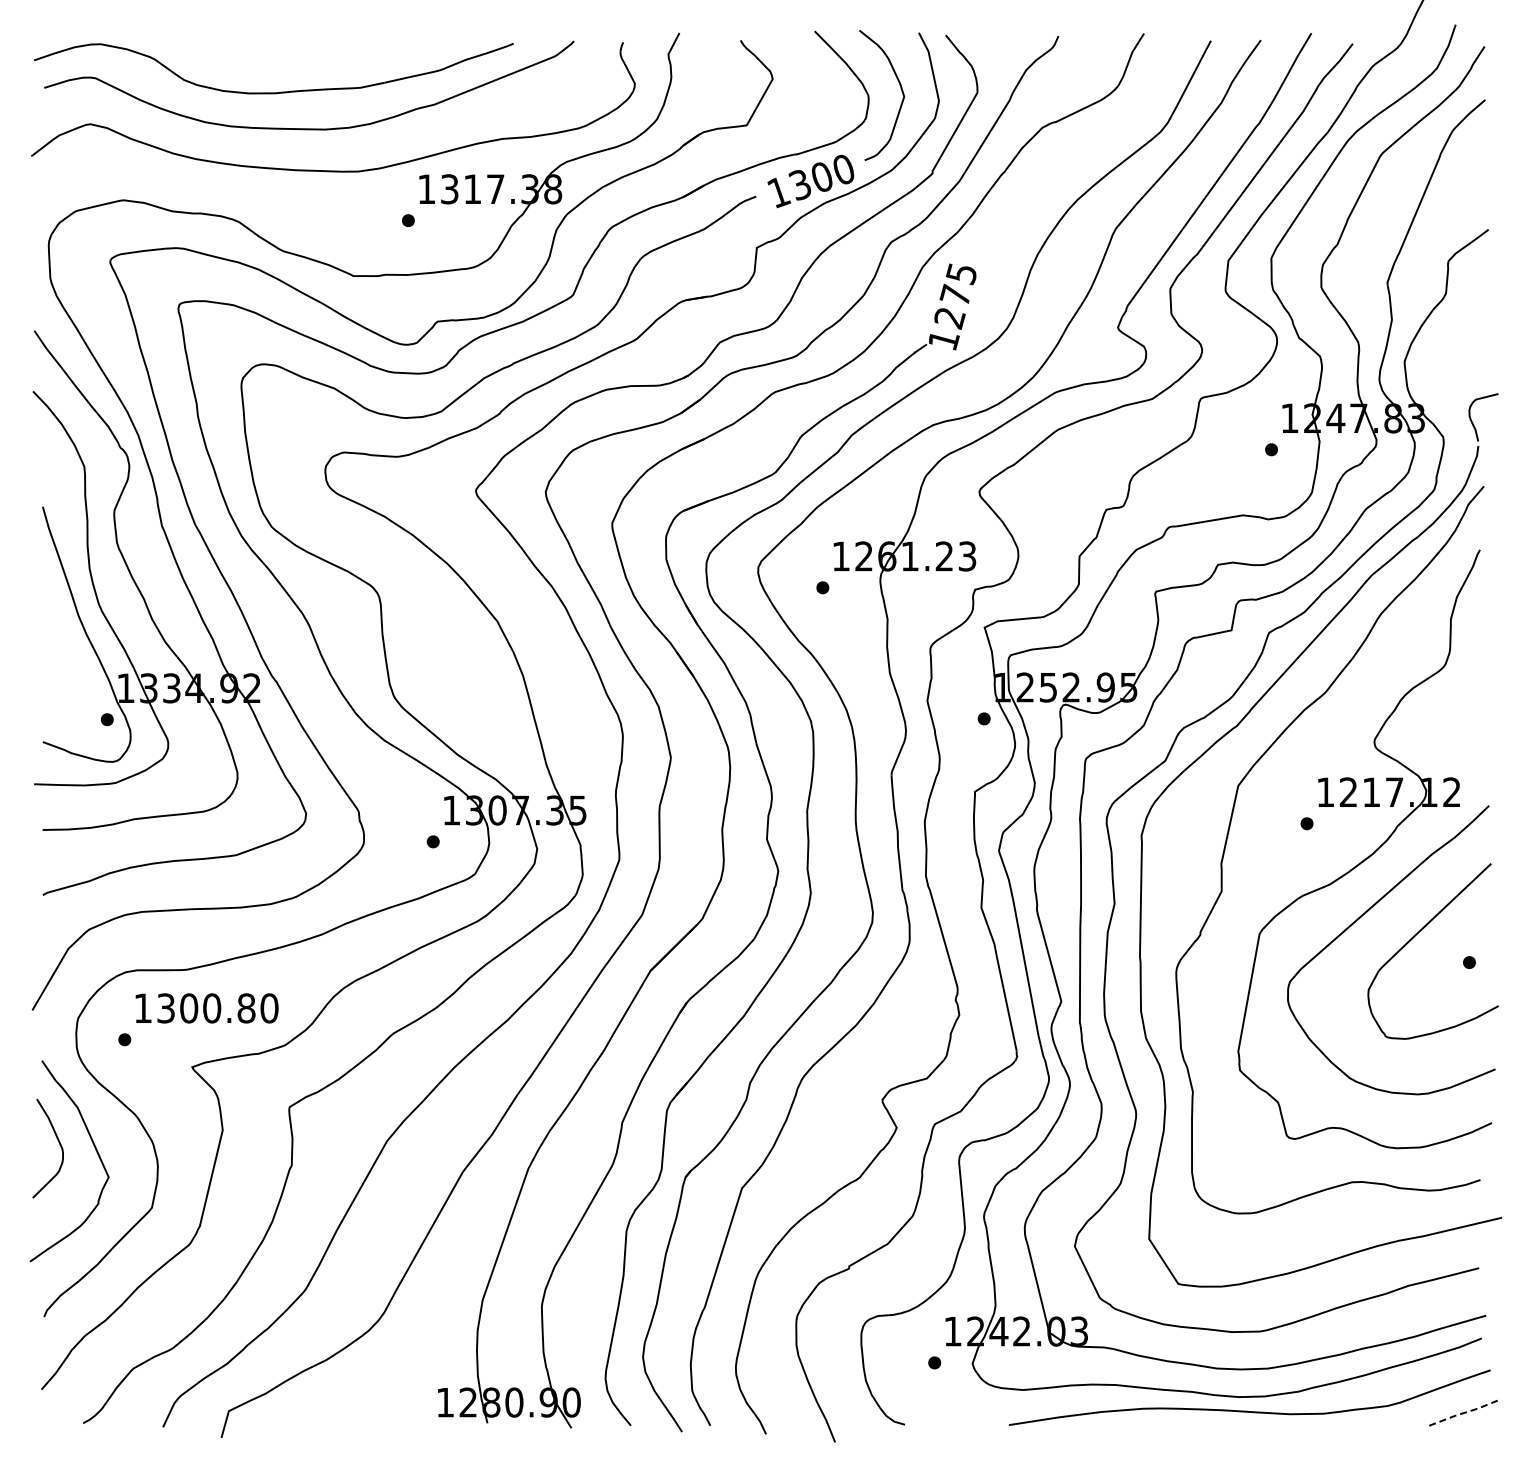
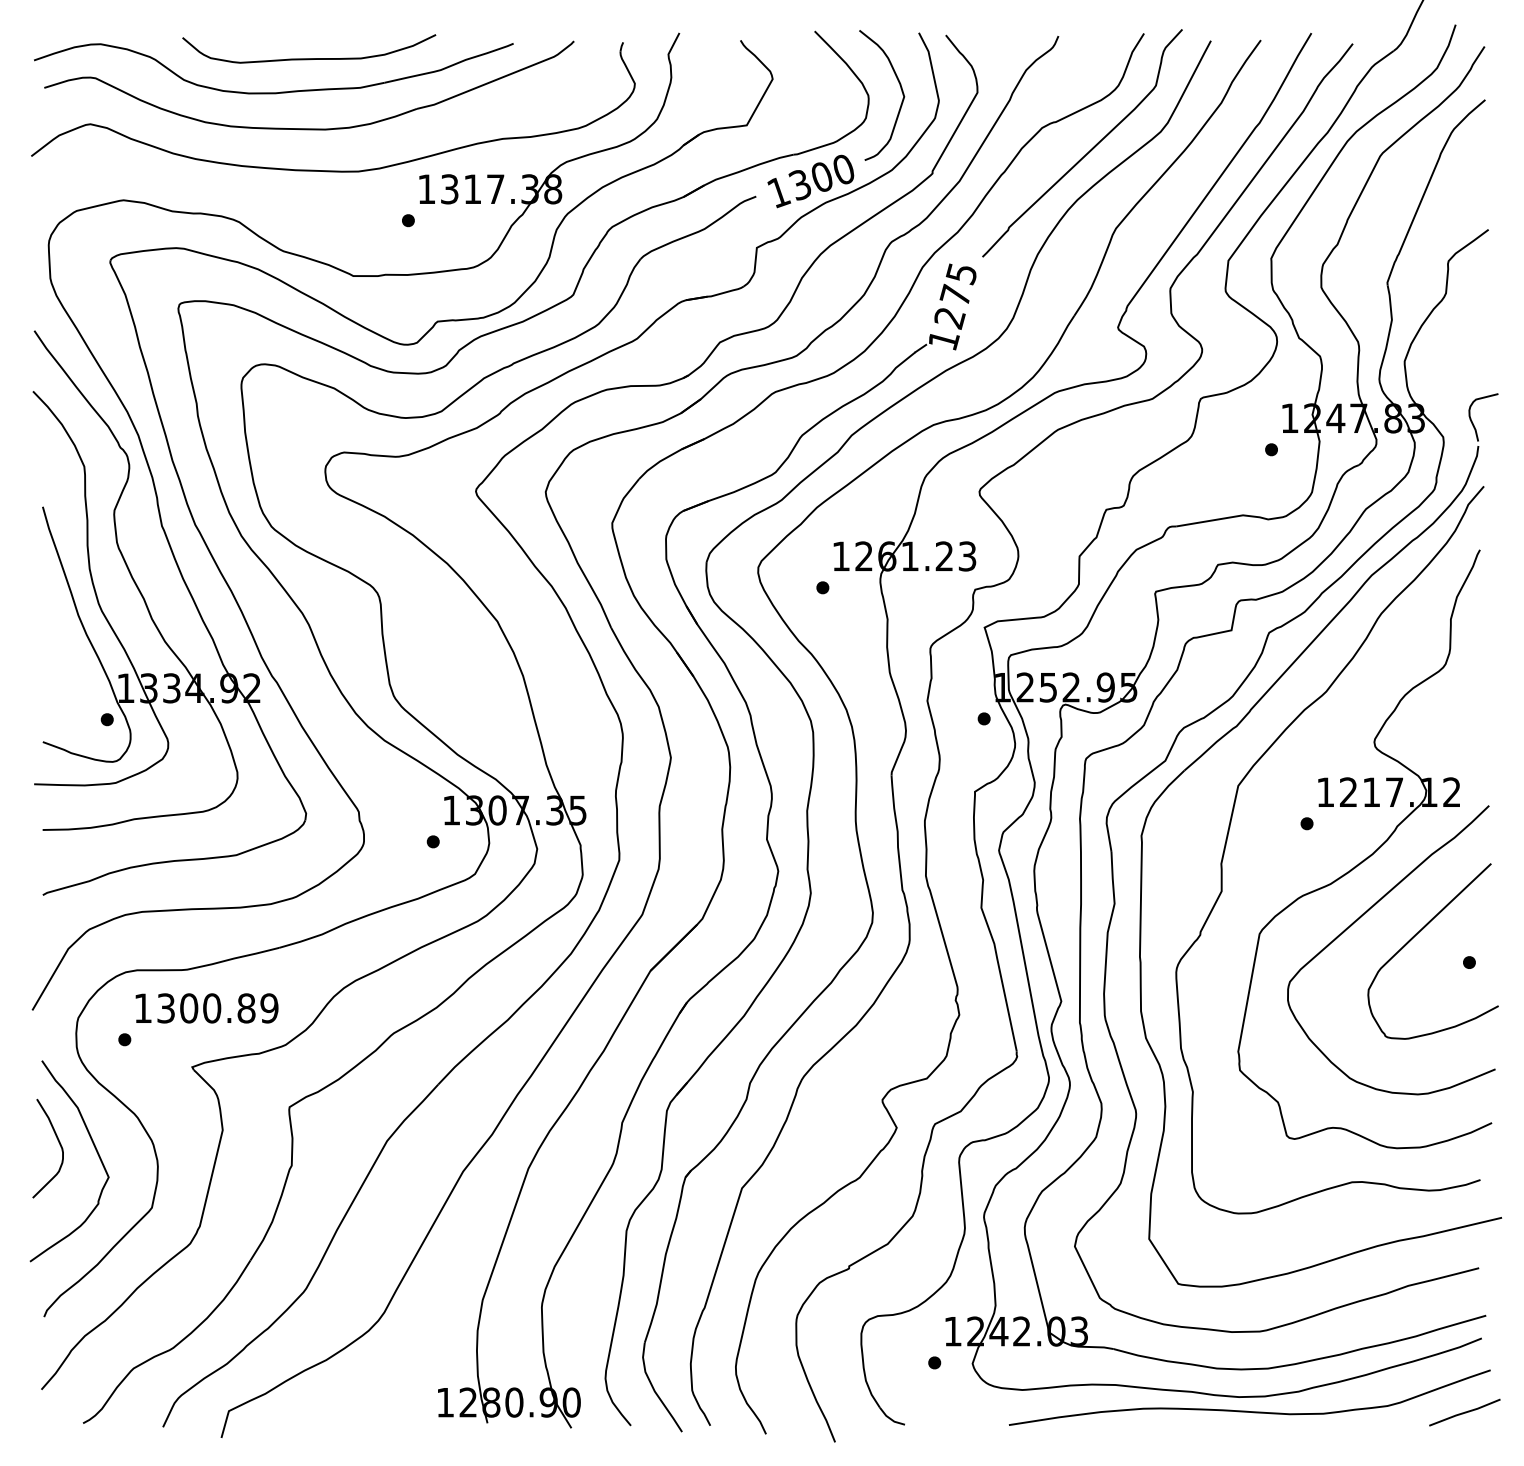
curve at (309, 58): none -> present
curve at (1089, 150): none -> present
text at (269, 1008): 1300.80 -> 1300.89
line at (1465, 1412): dashed -> solid
